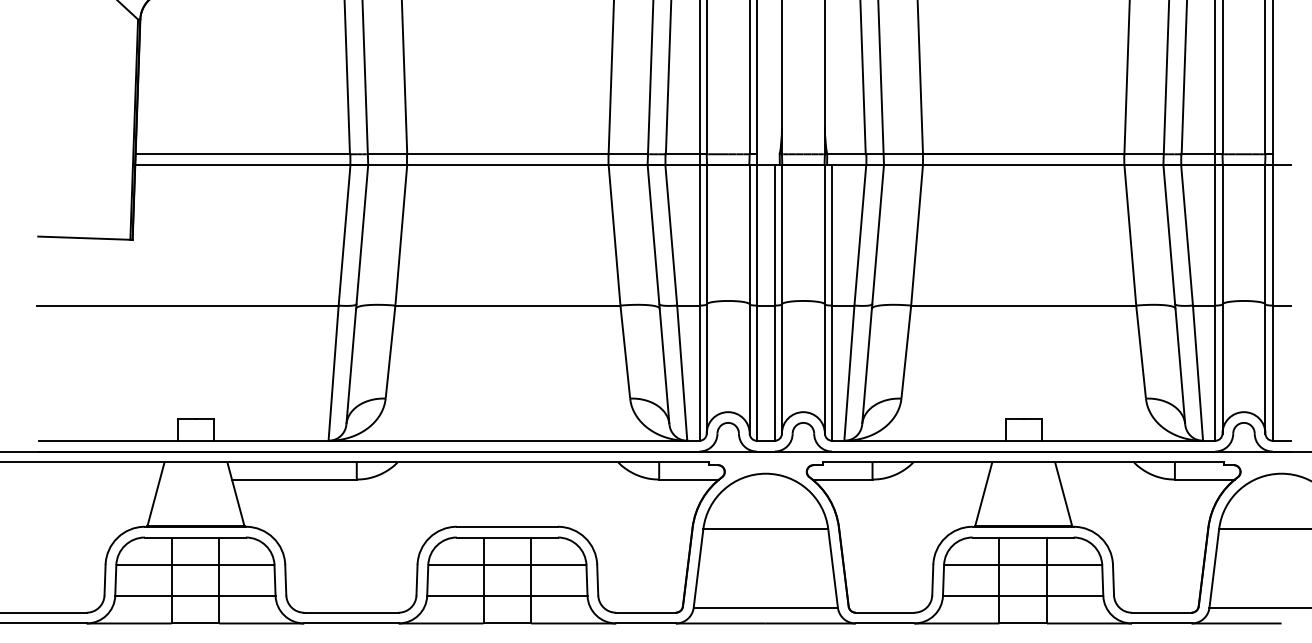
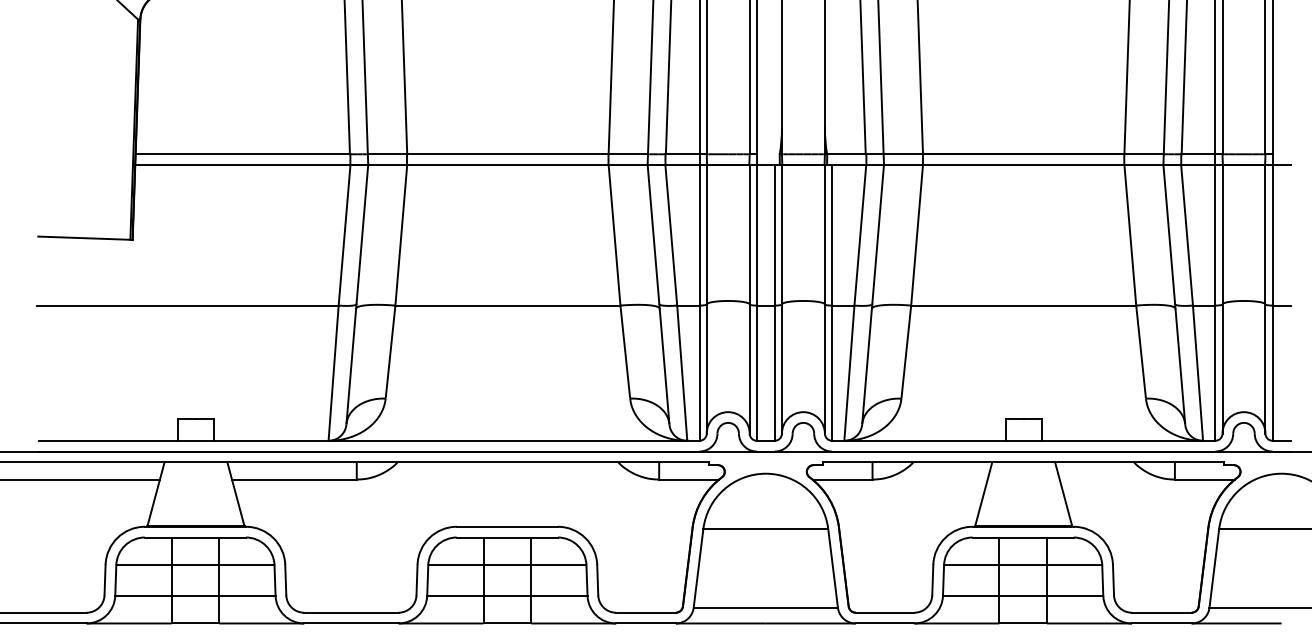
line at (80, 479): none -> present
